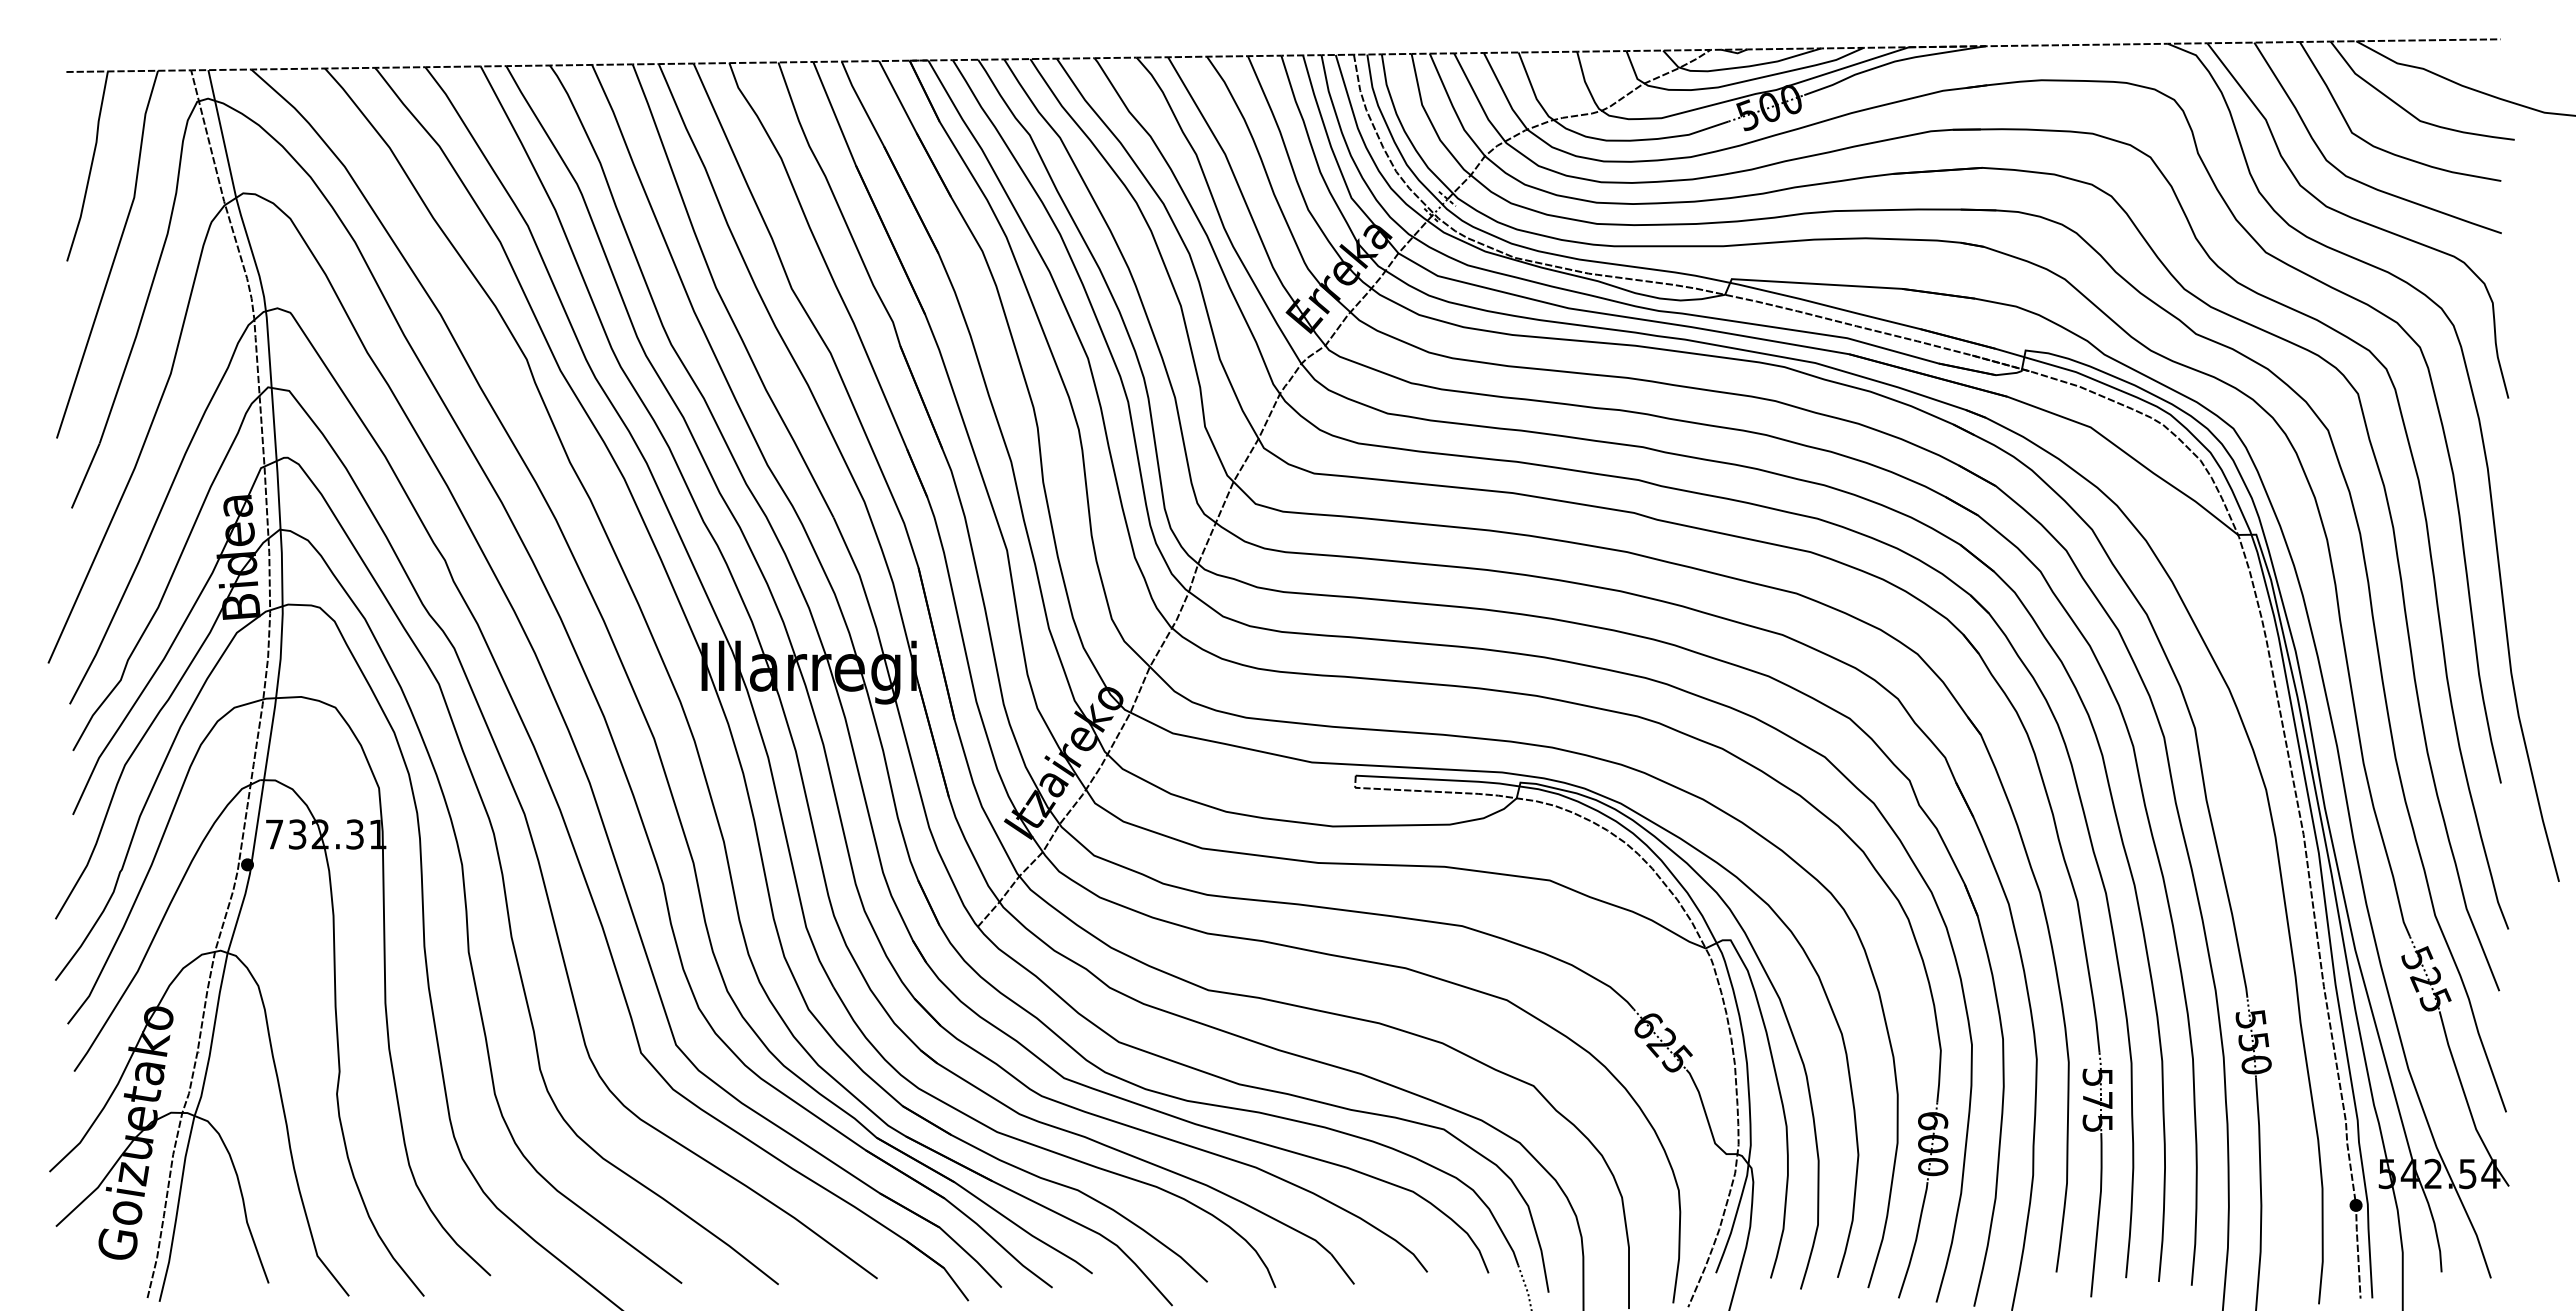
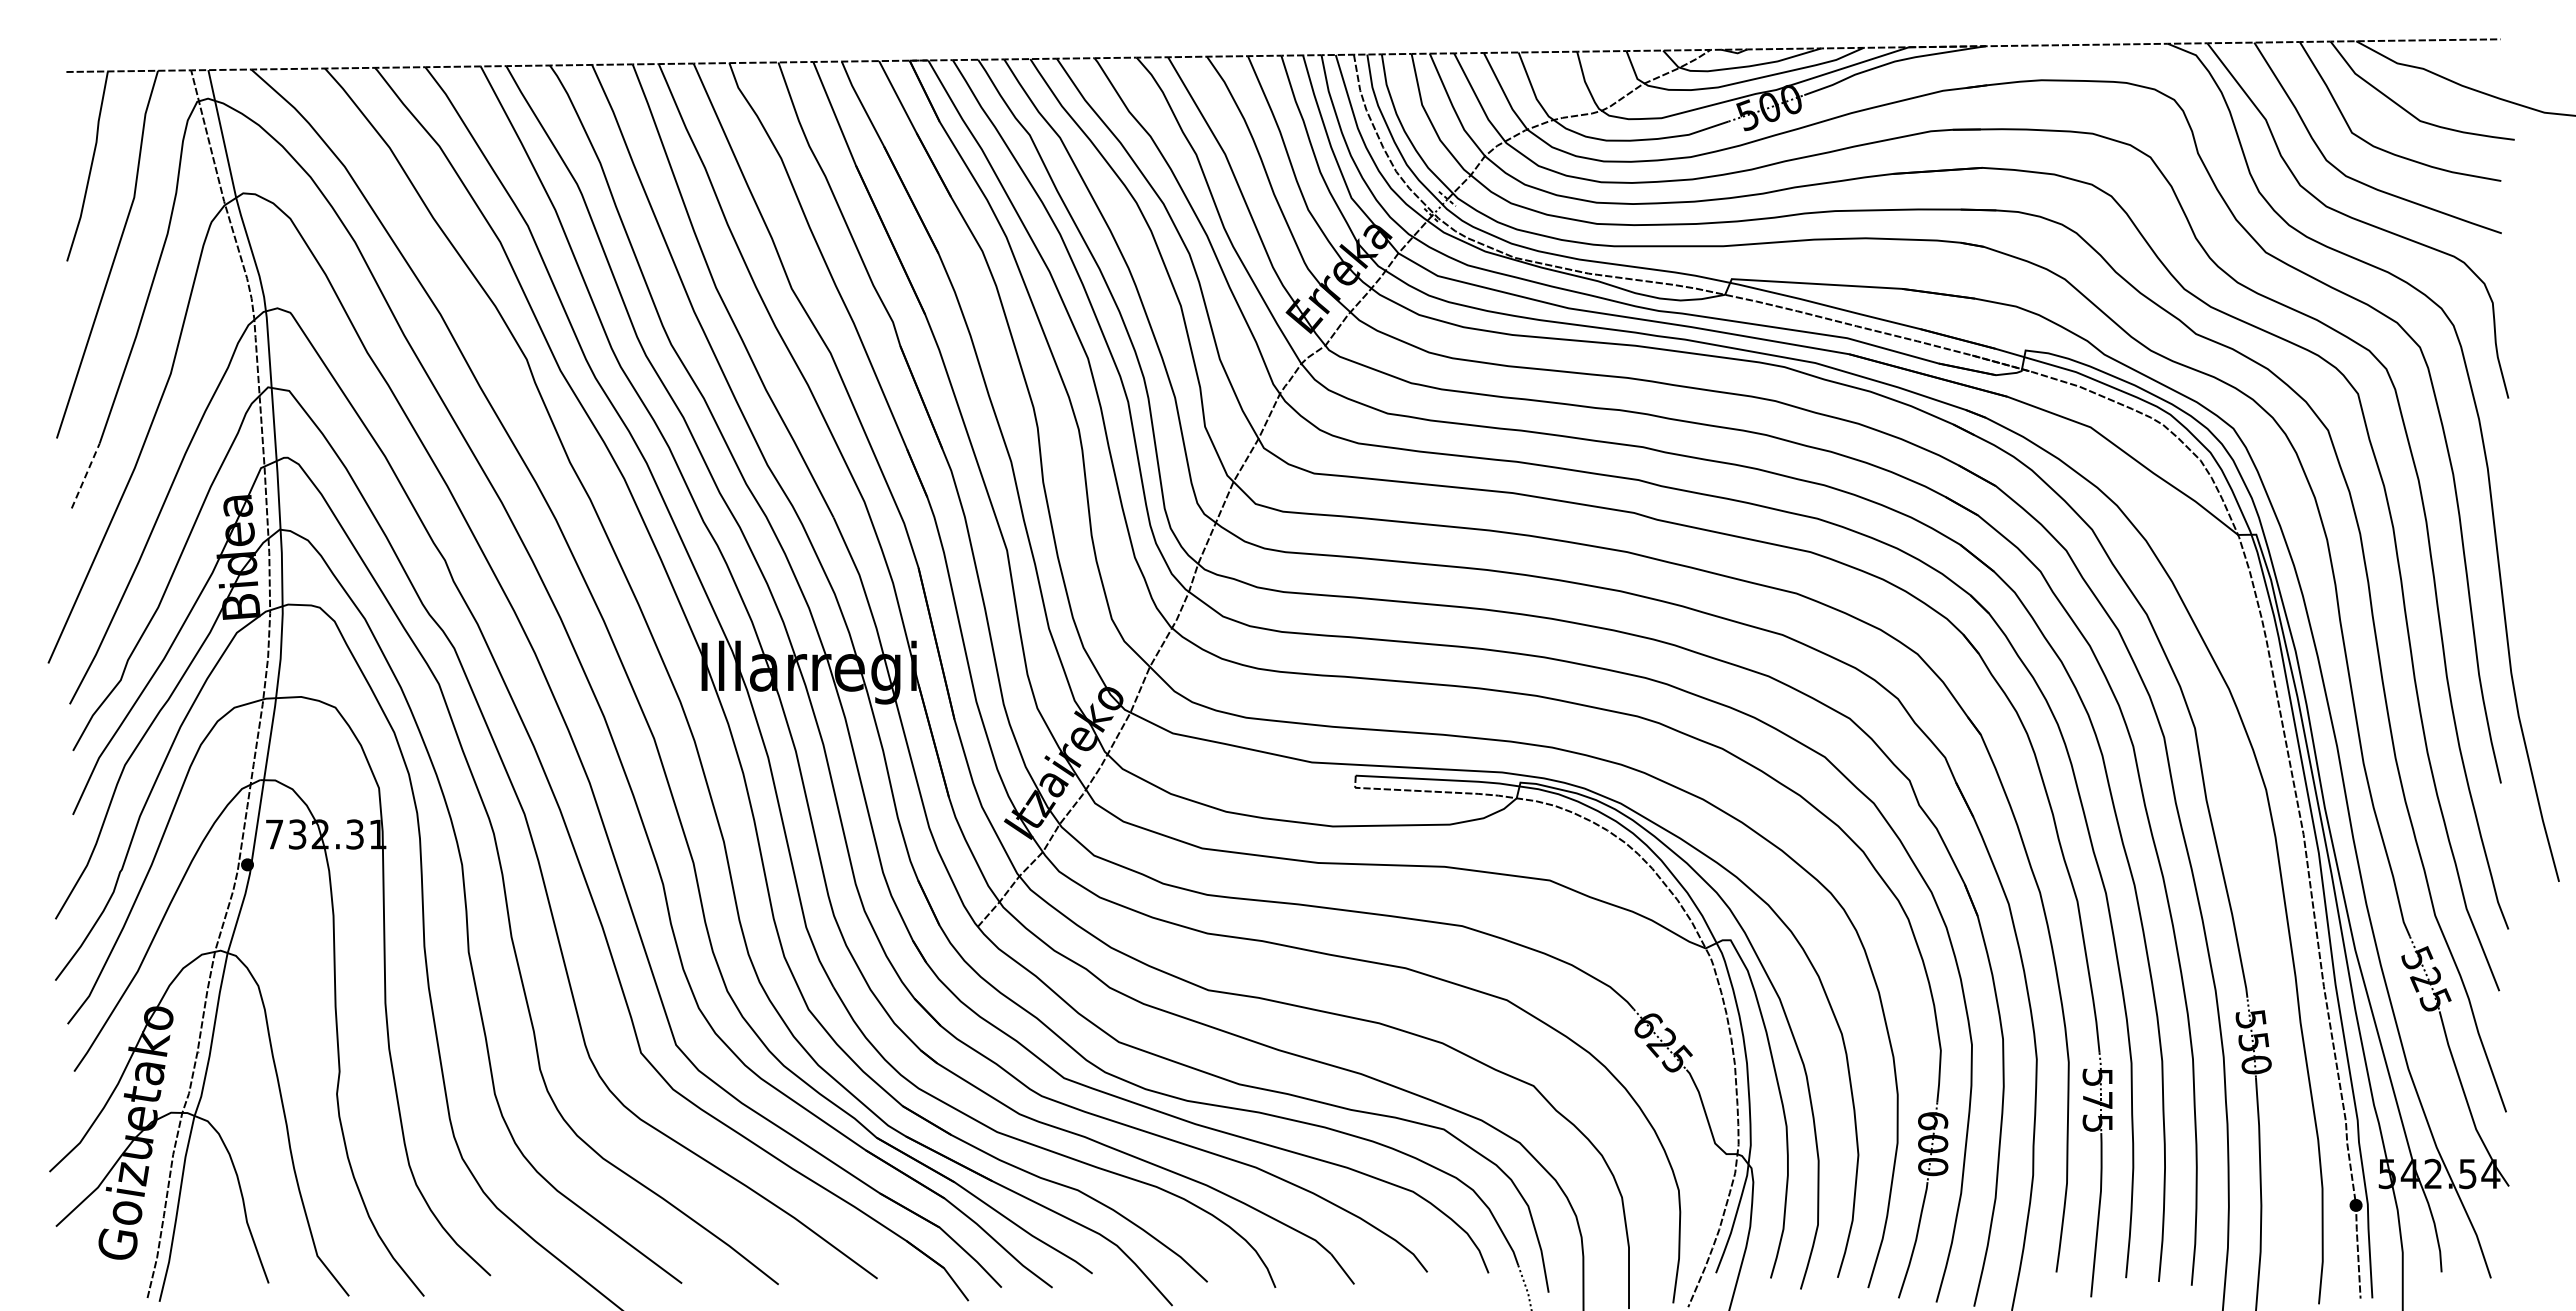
line at (86, 474): solid -> dashed
